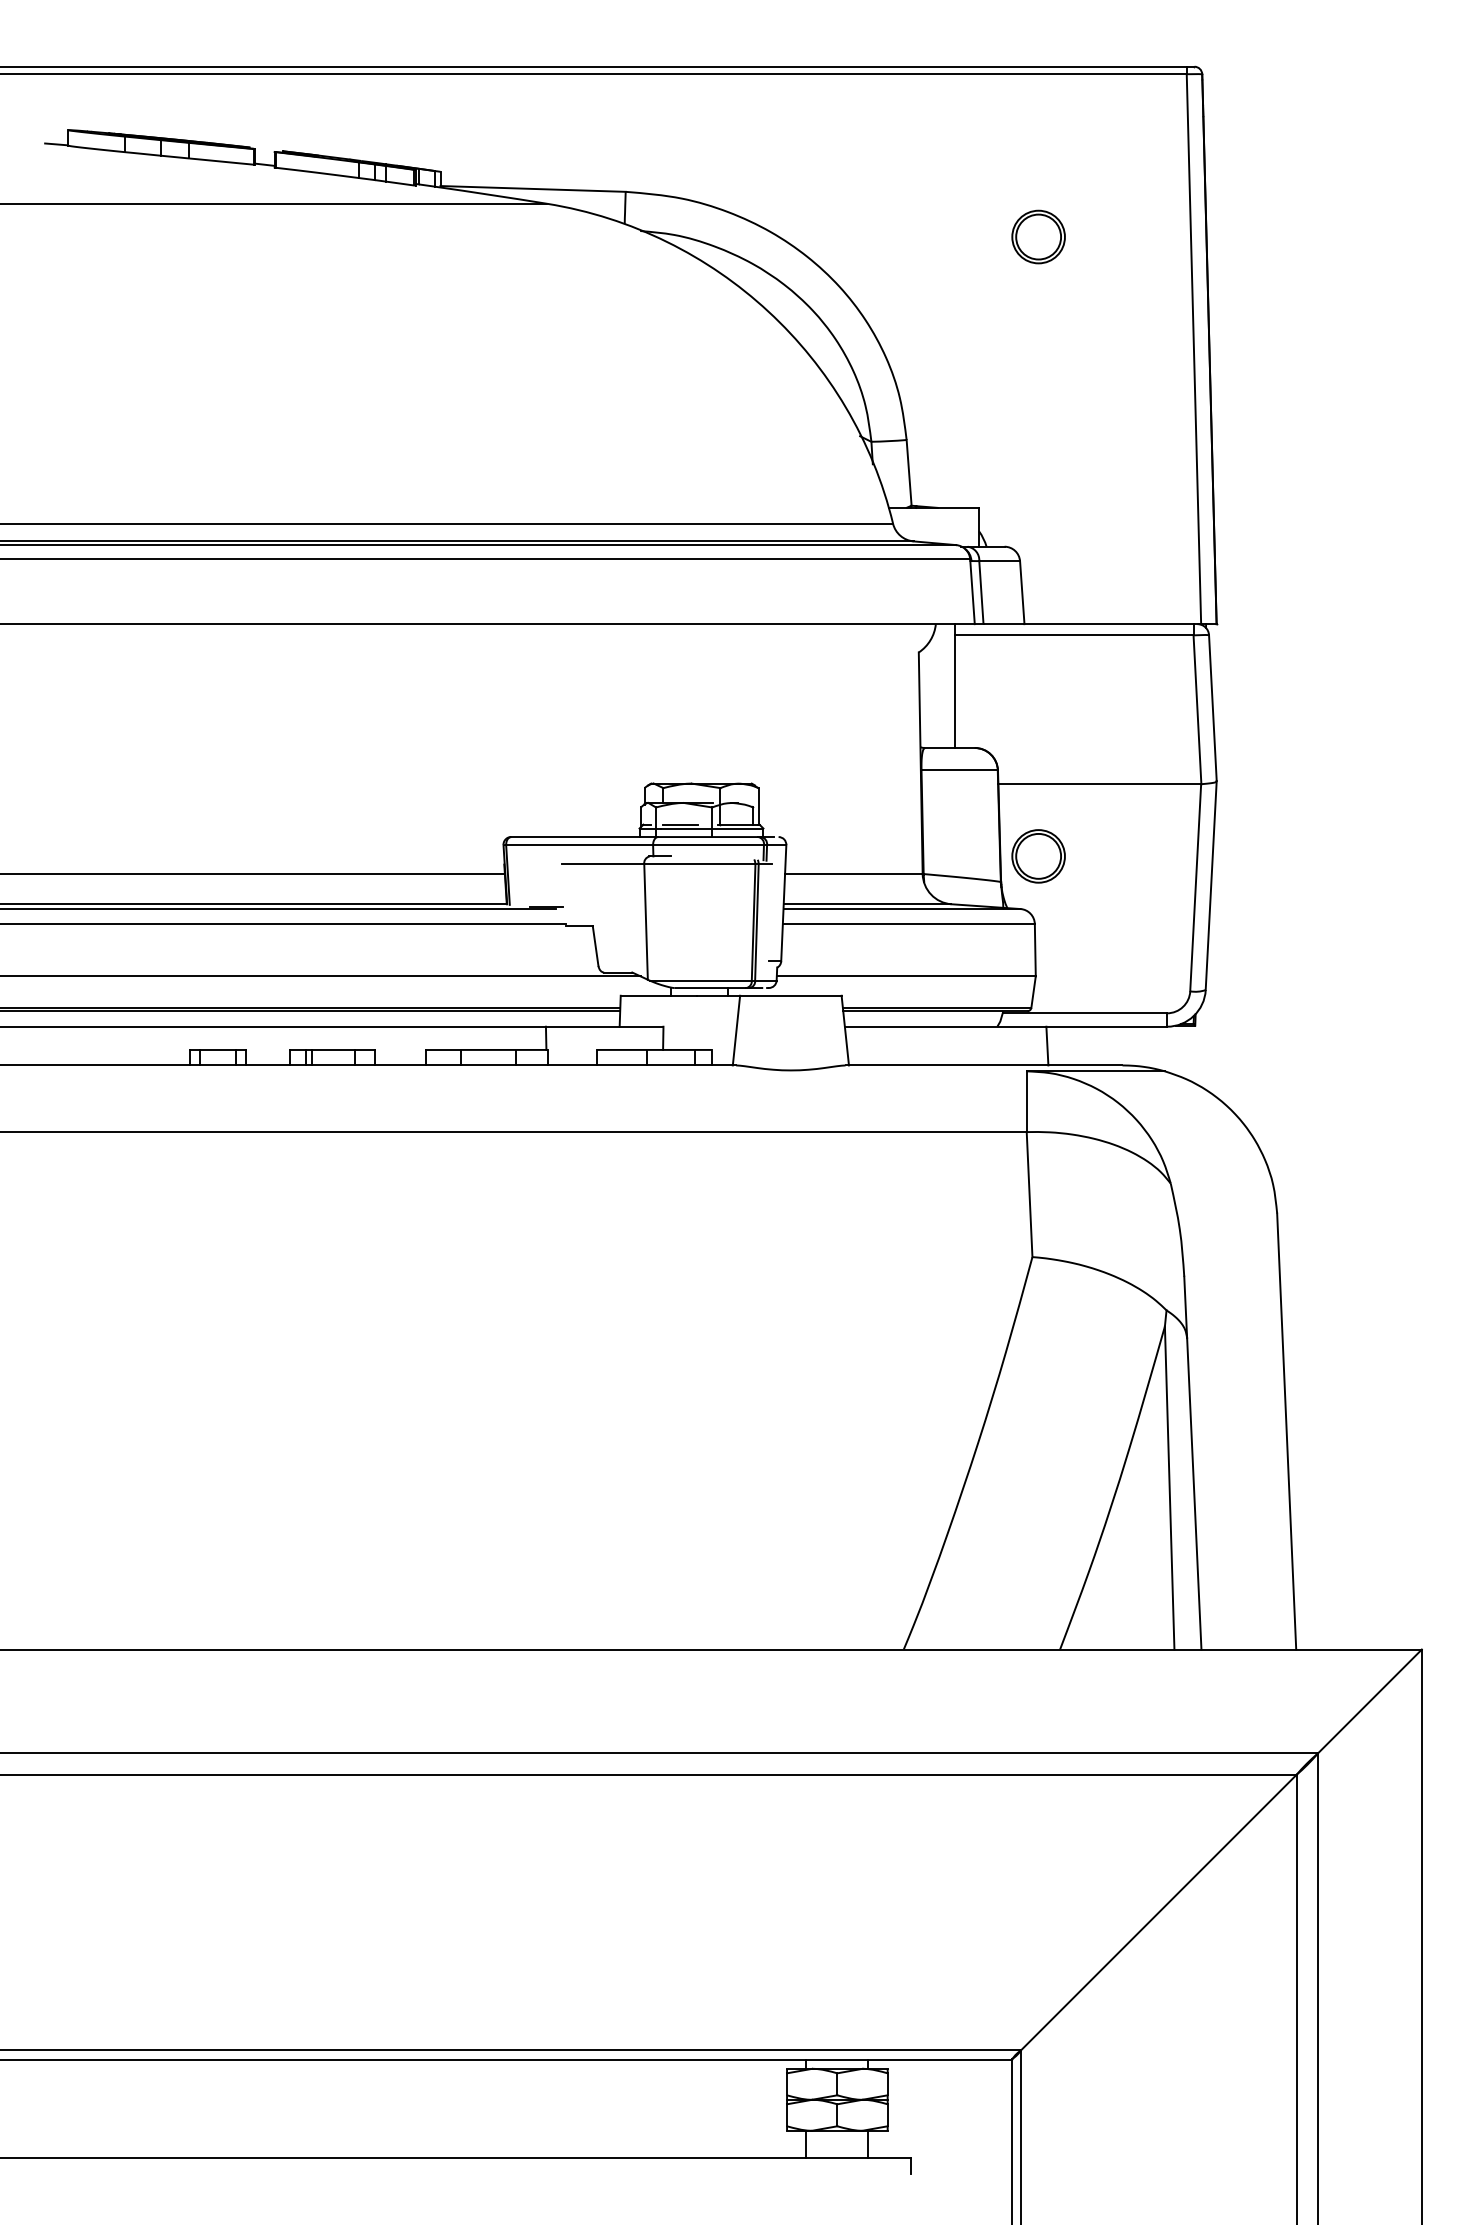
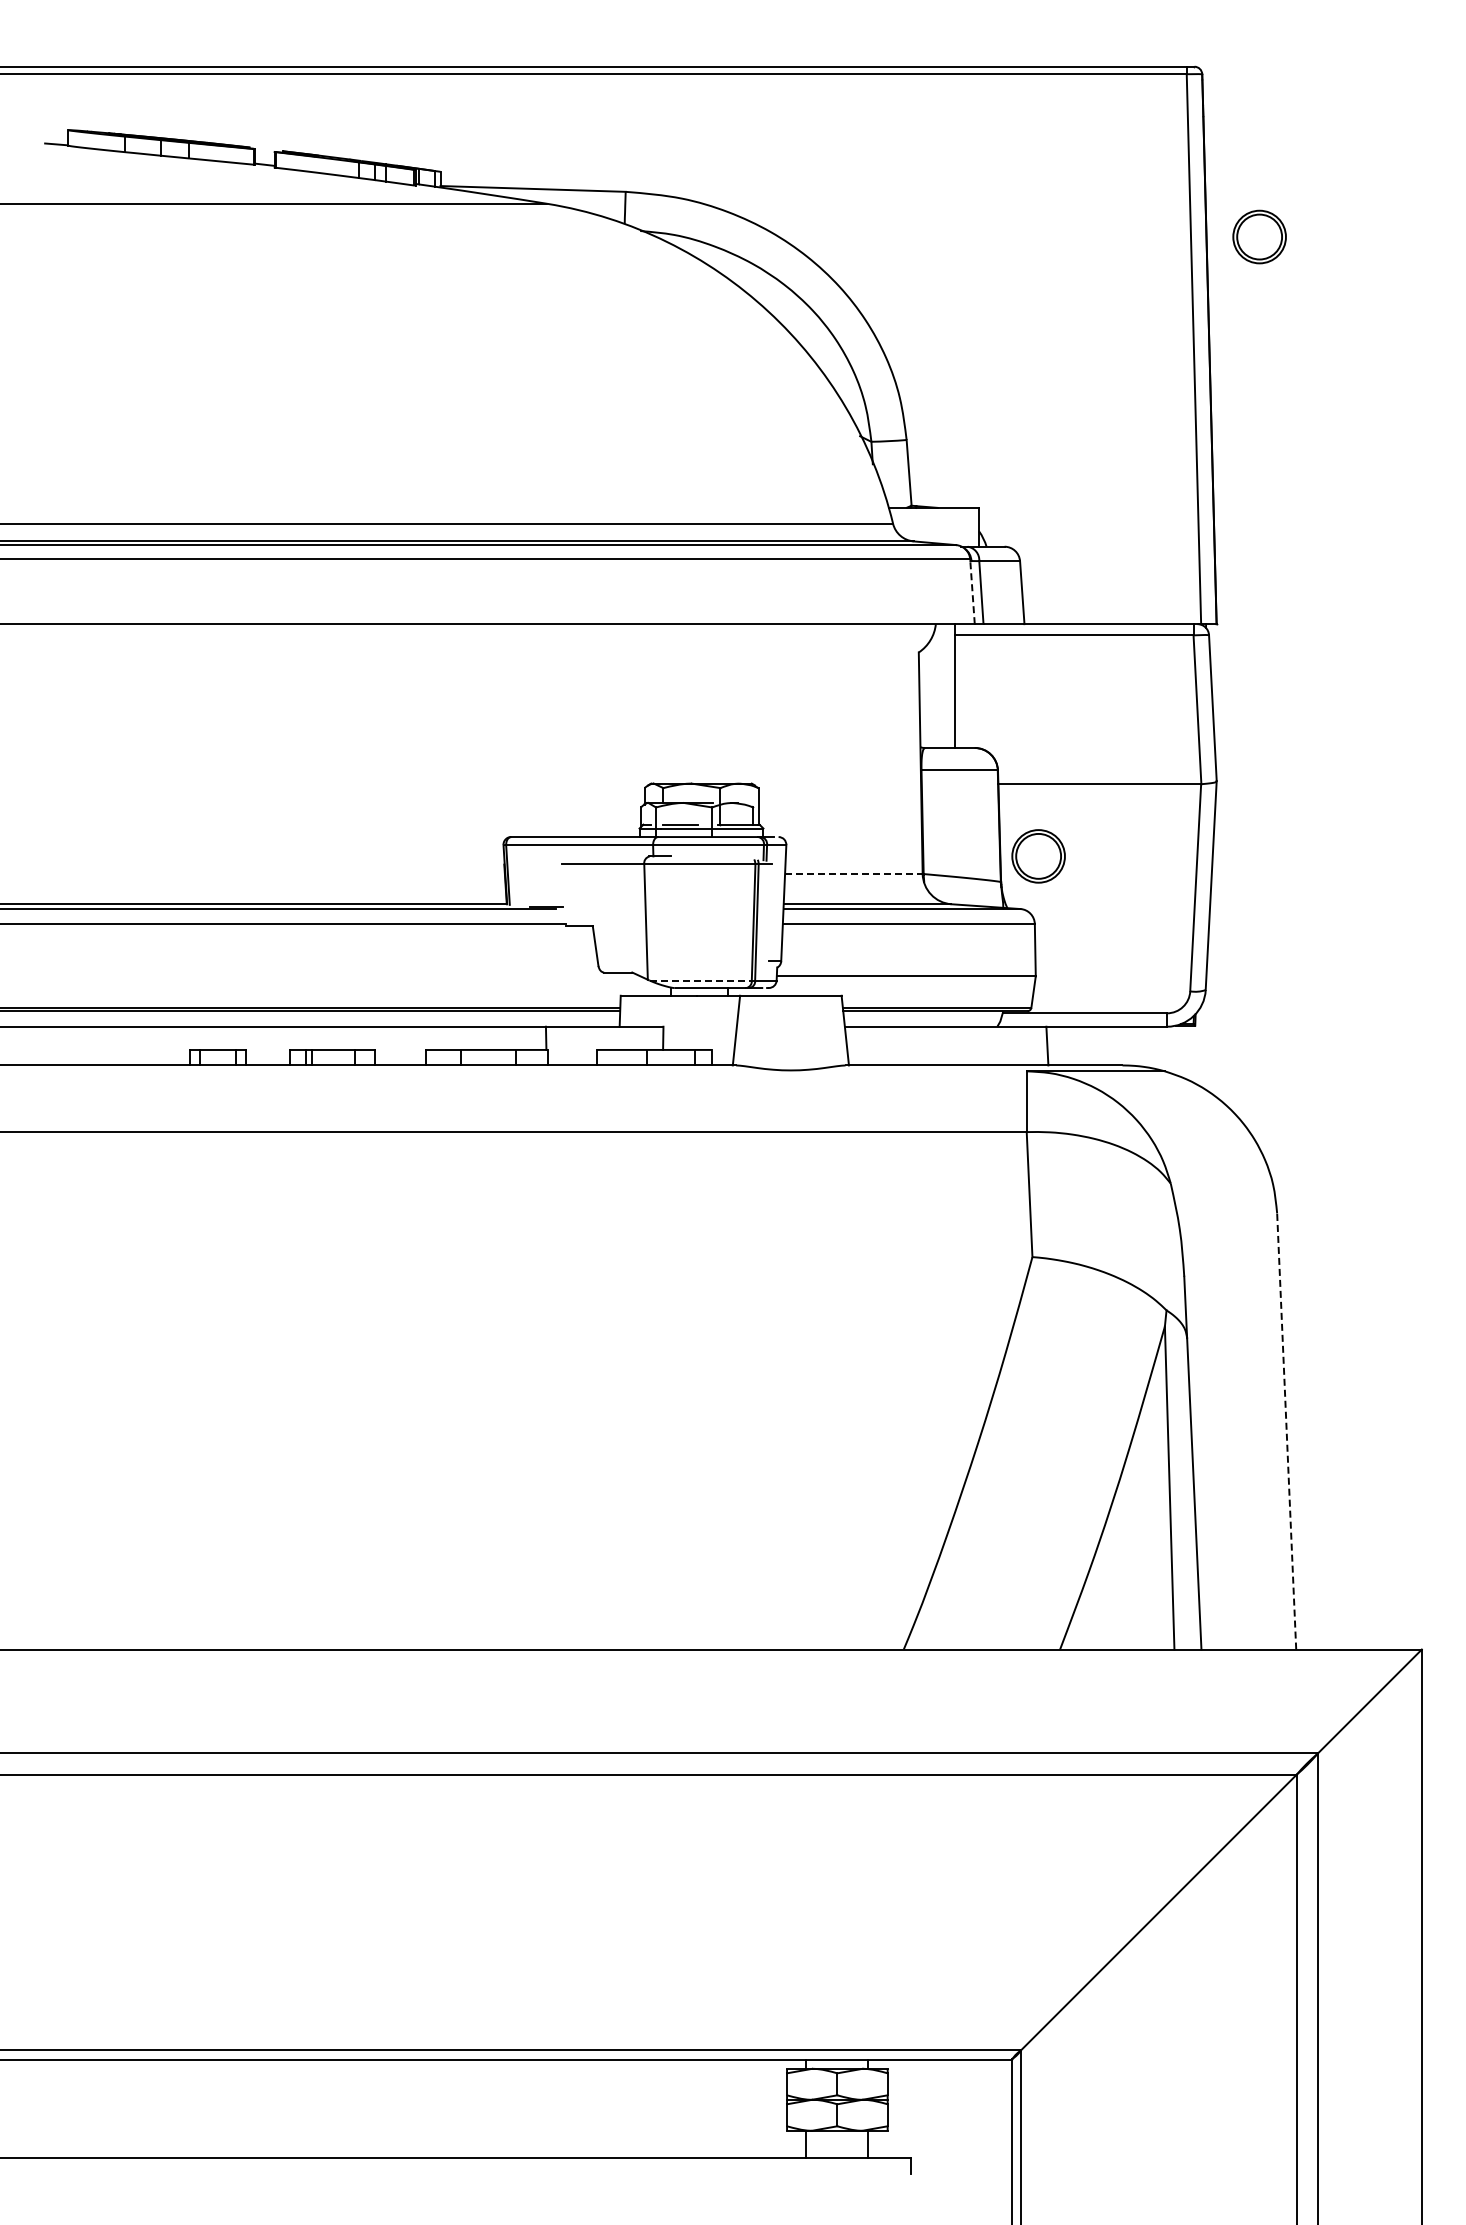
part at (1038, 236) position: (1038, 236) -> (1259, 236)
line at (972, 591): solid -> dashed
line at (253, 873): present -> none
line at (853, 873): solid -> dashed
line at (321, 976): present -> none
line at (701, 980): solid -> dashed
line at (1286, 1431): solid -> dashed
